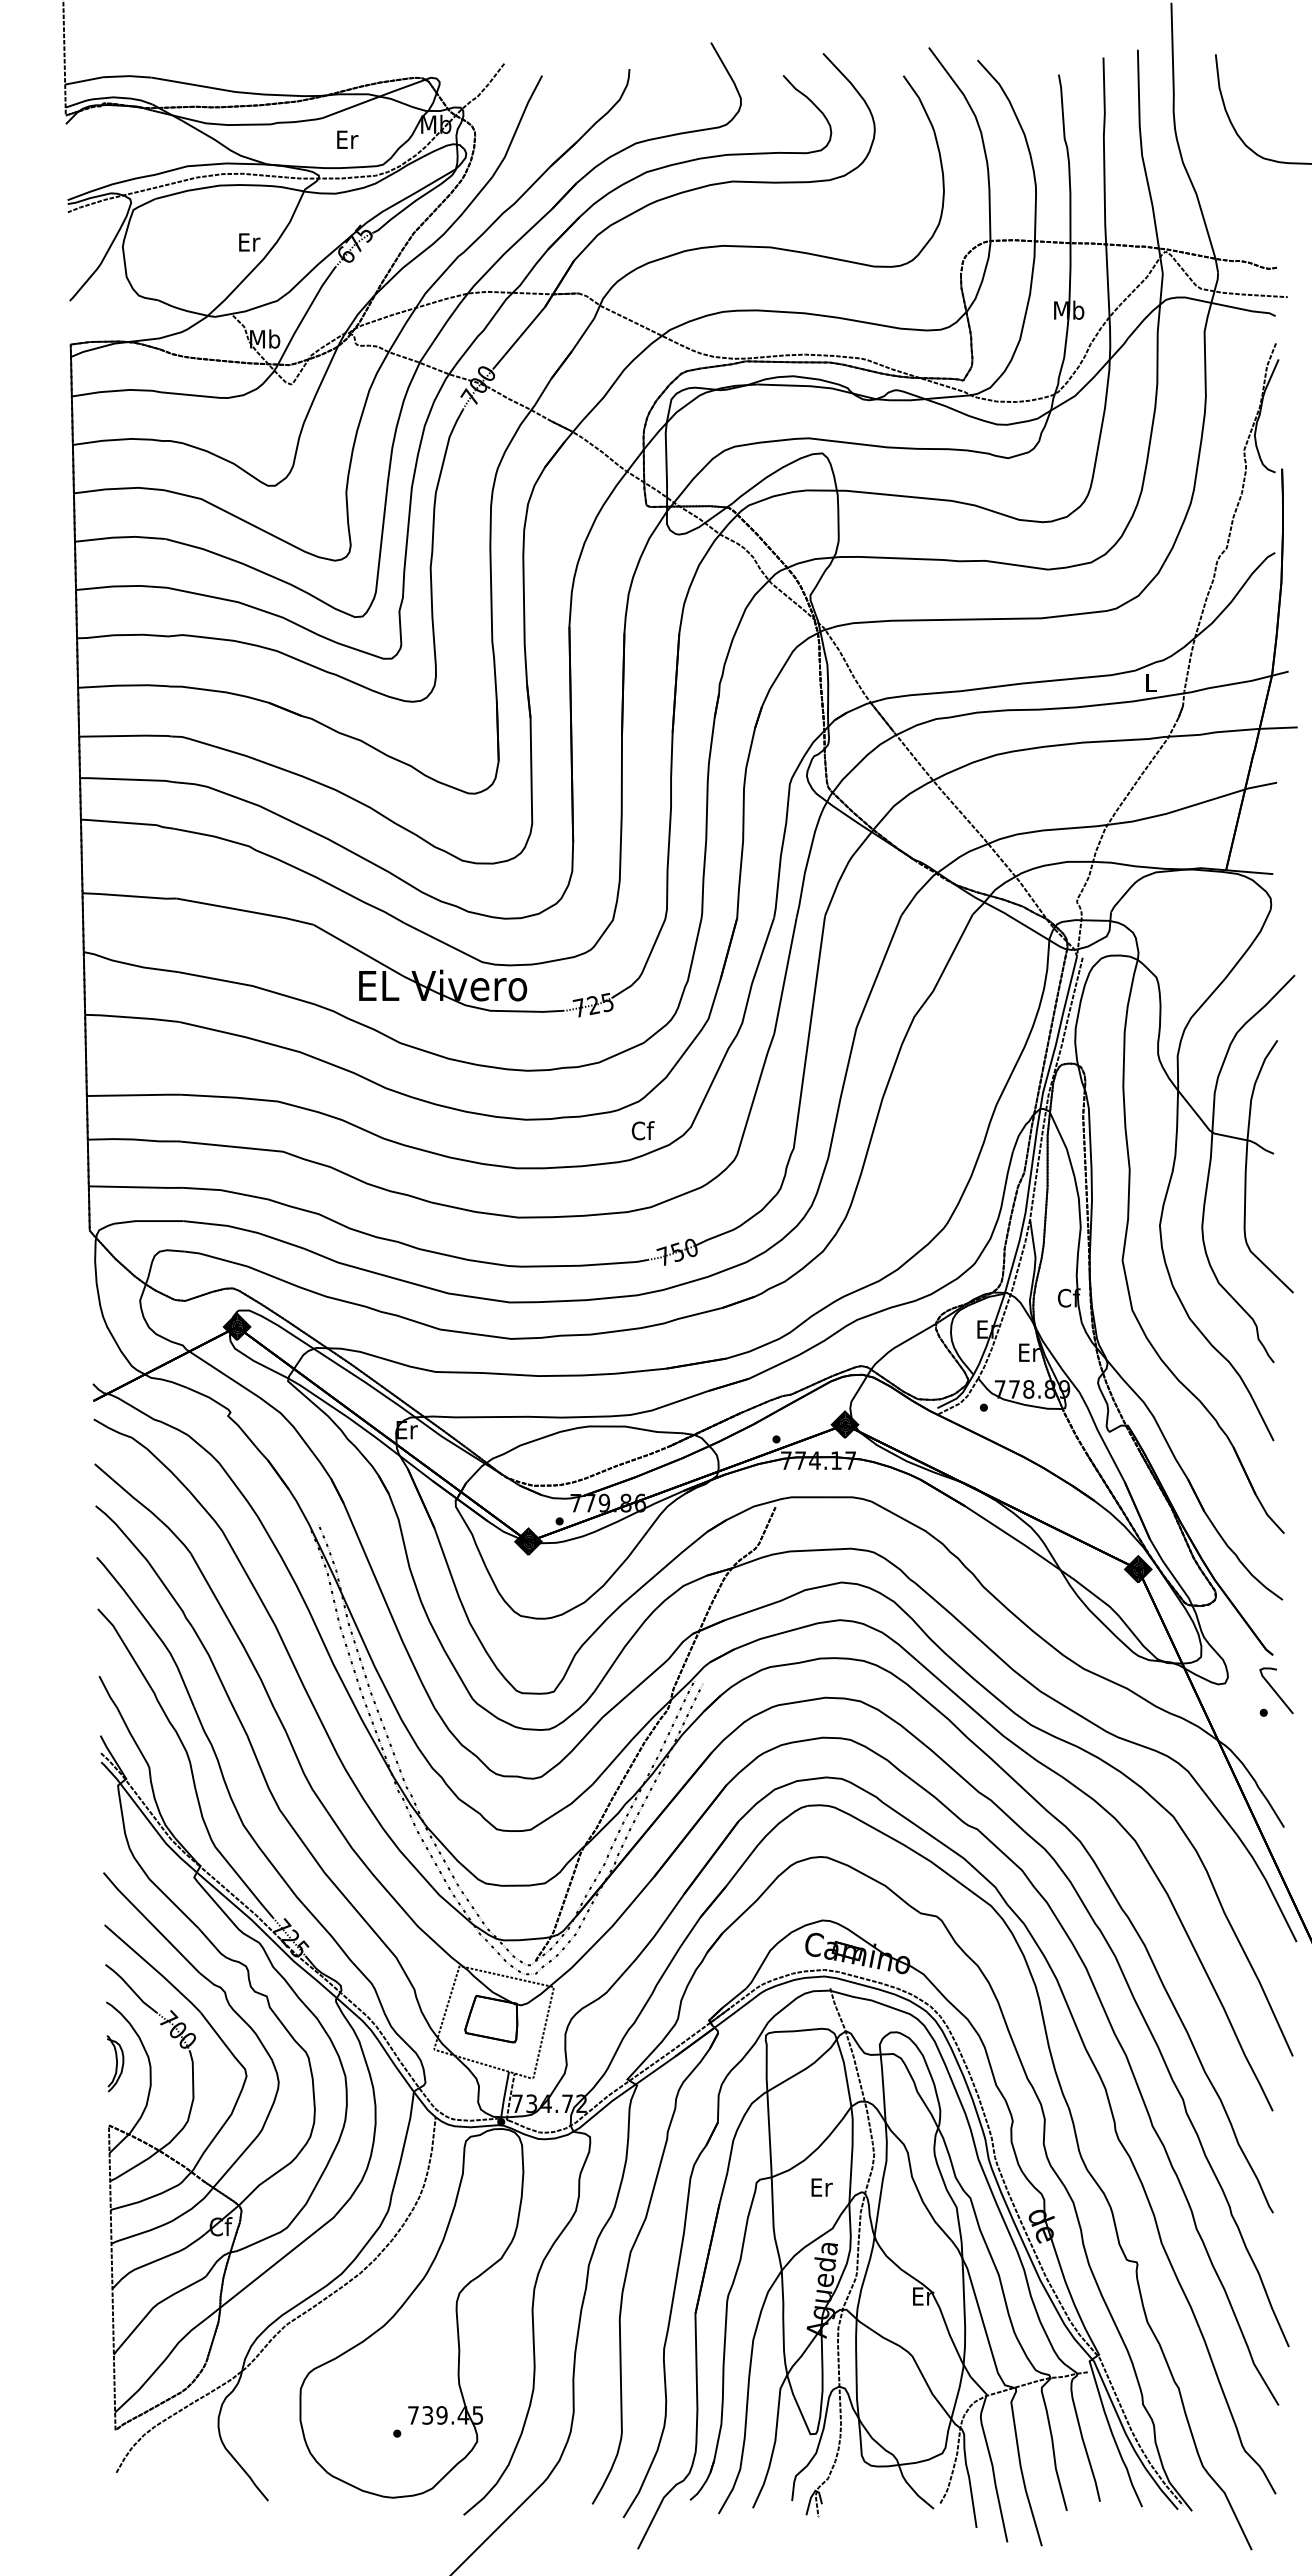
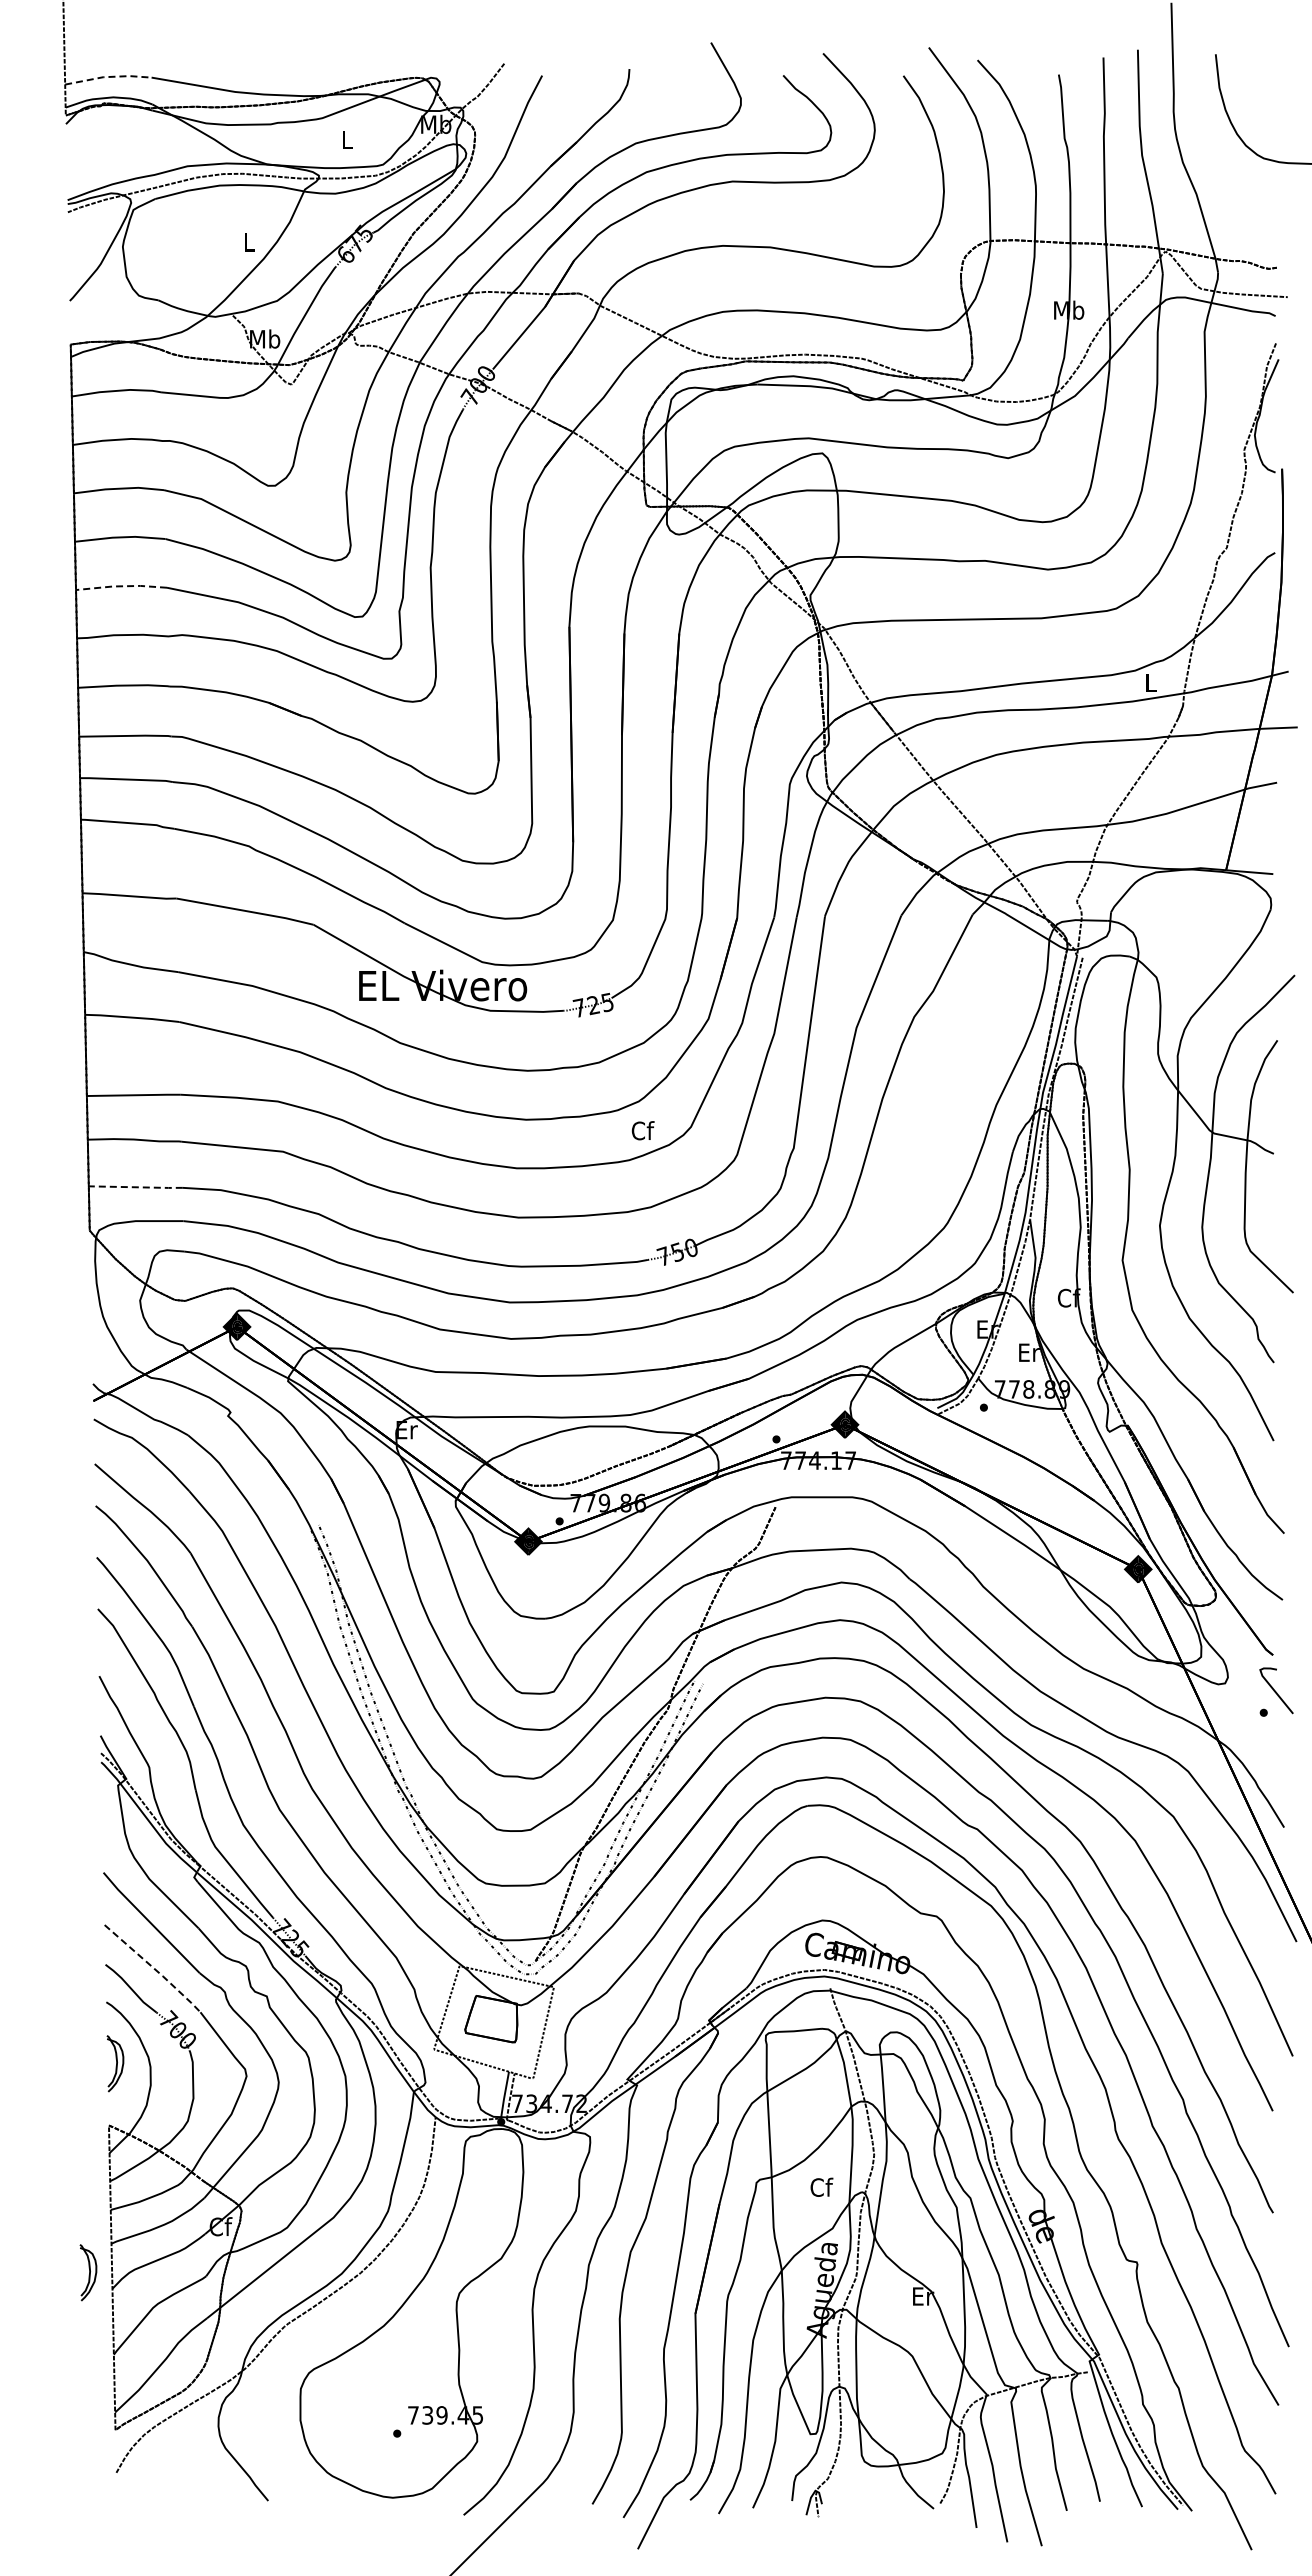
line at (108, 77): solid -> dashed
text at (347, 139): Er -> L
text at (249, 242): Er -> L
line at (120, 586): solid -> dashed
line at (136, 1187): solid -> dashed
line at (154, 1969): solid -> dashed
text at (821, 2186): Er -> Cf
part at (88, 2272): none -> present
